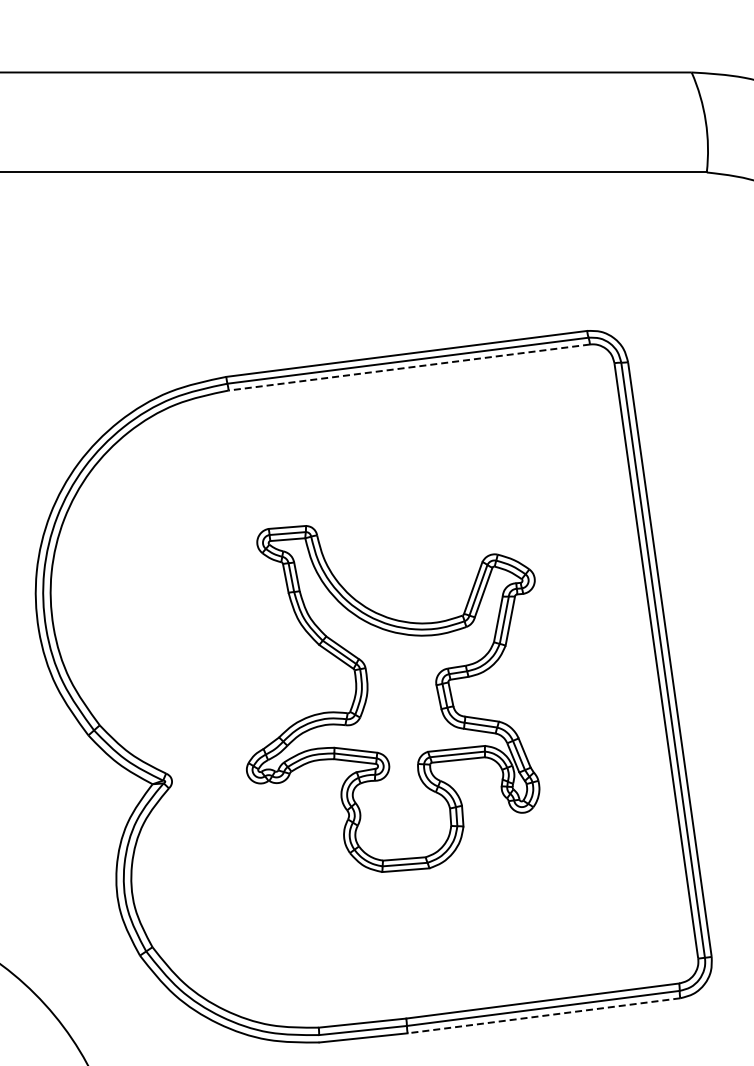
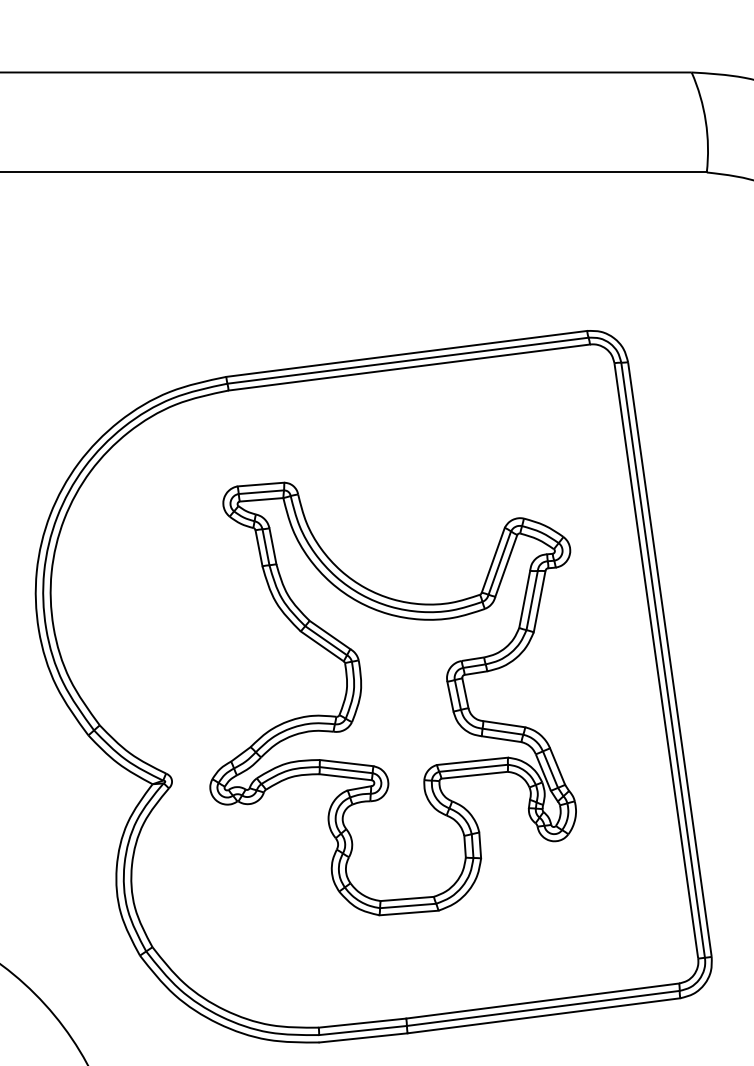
line at (408, 367): dashed -> solid
part at (393, 698) size: 295x348 px -> 368x436 px
line at (543, 1015): dashed -> solid
